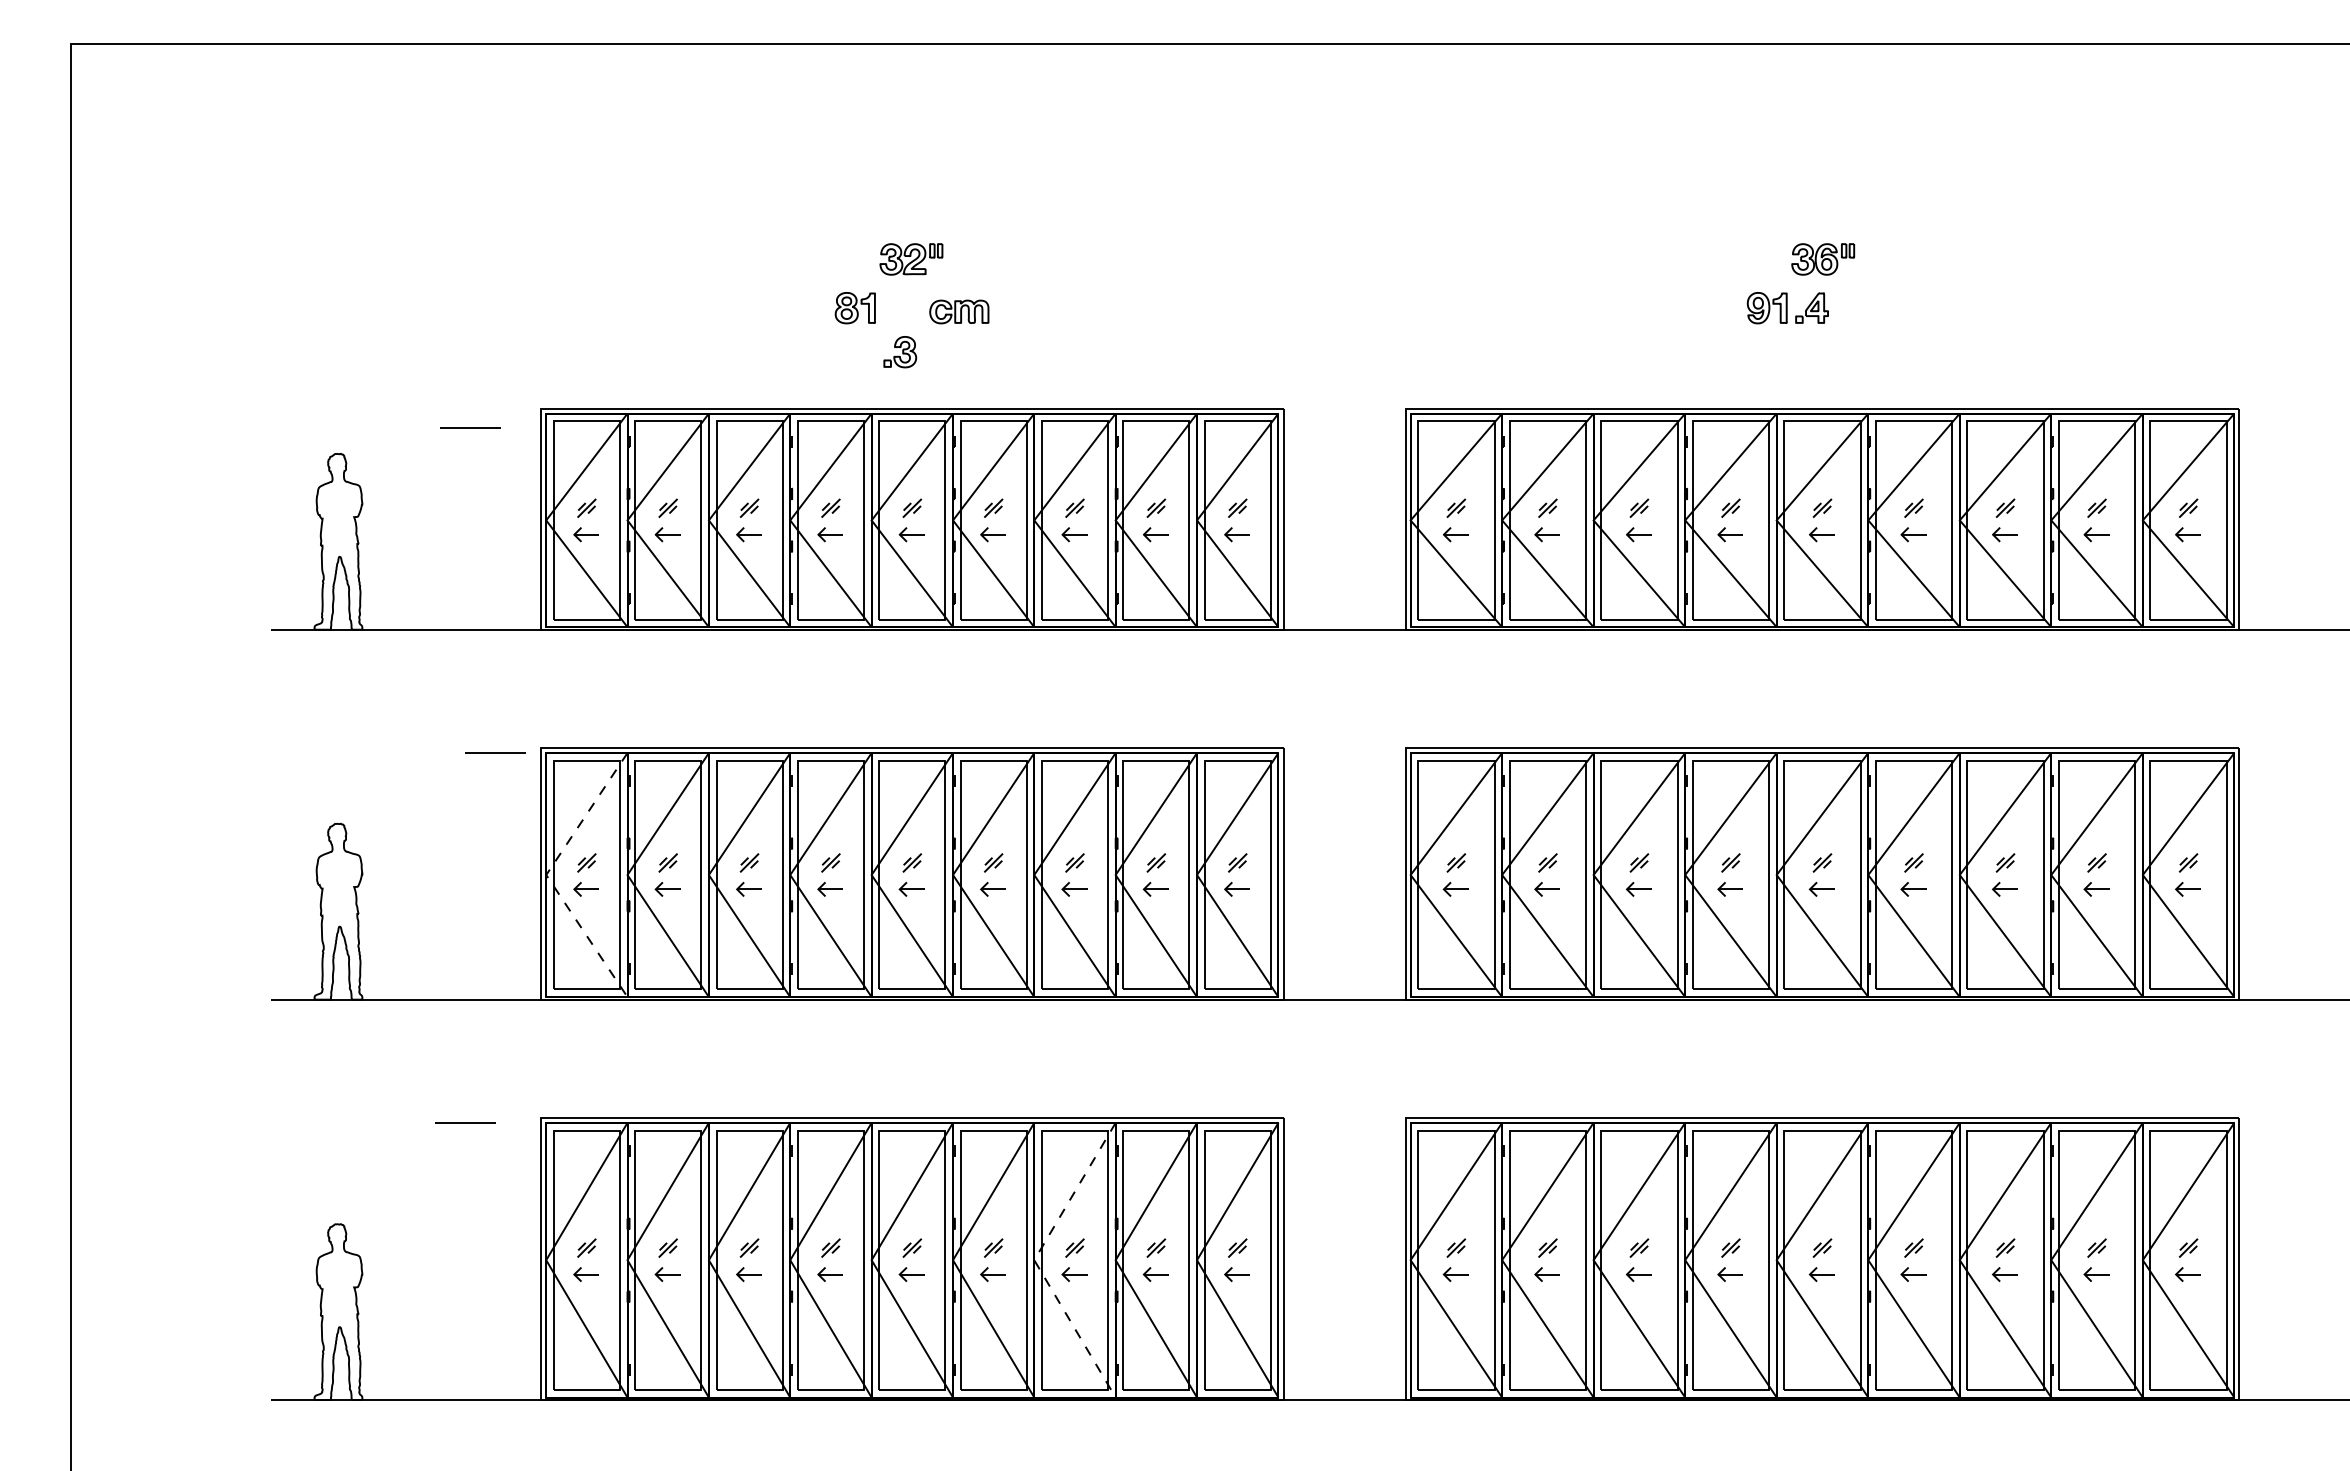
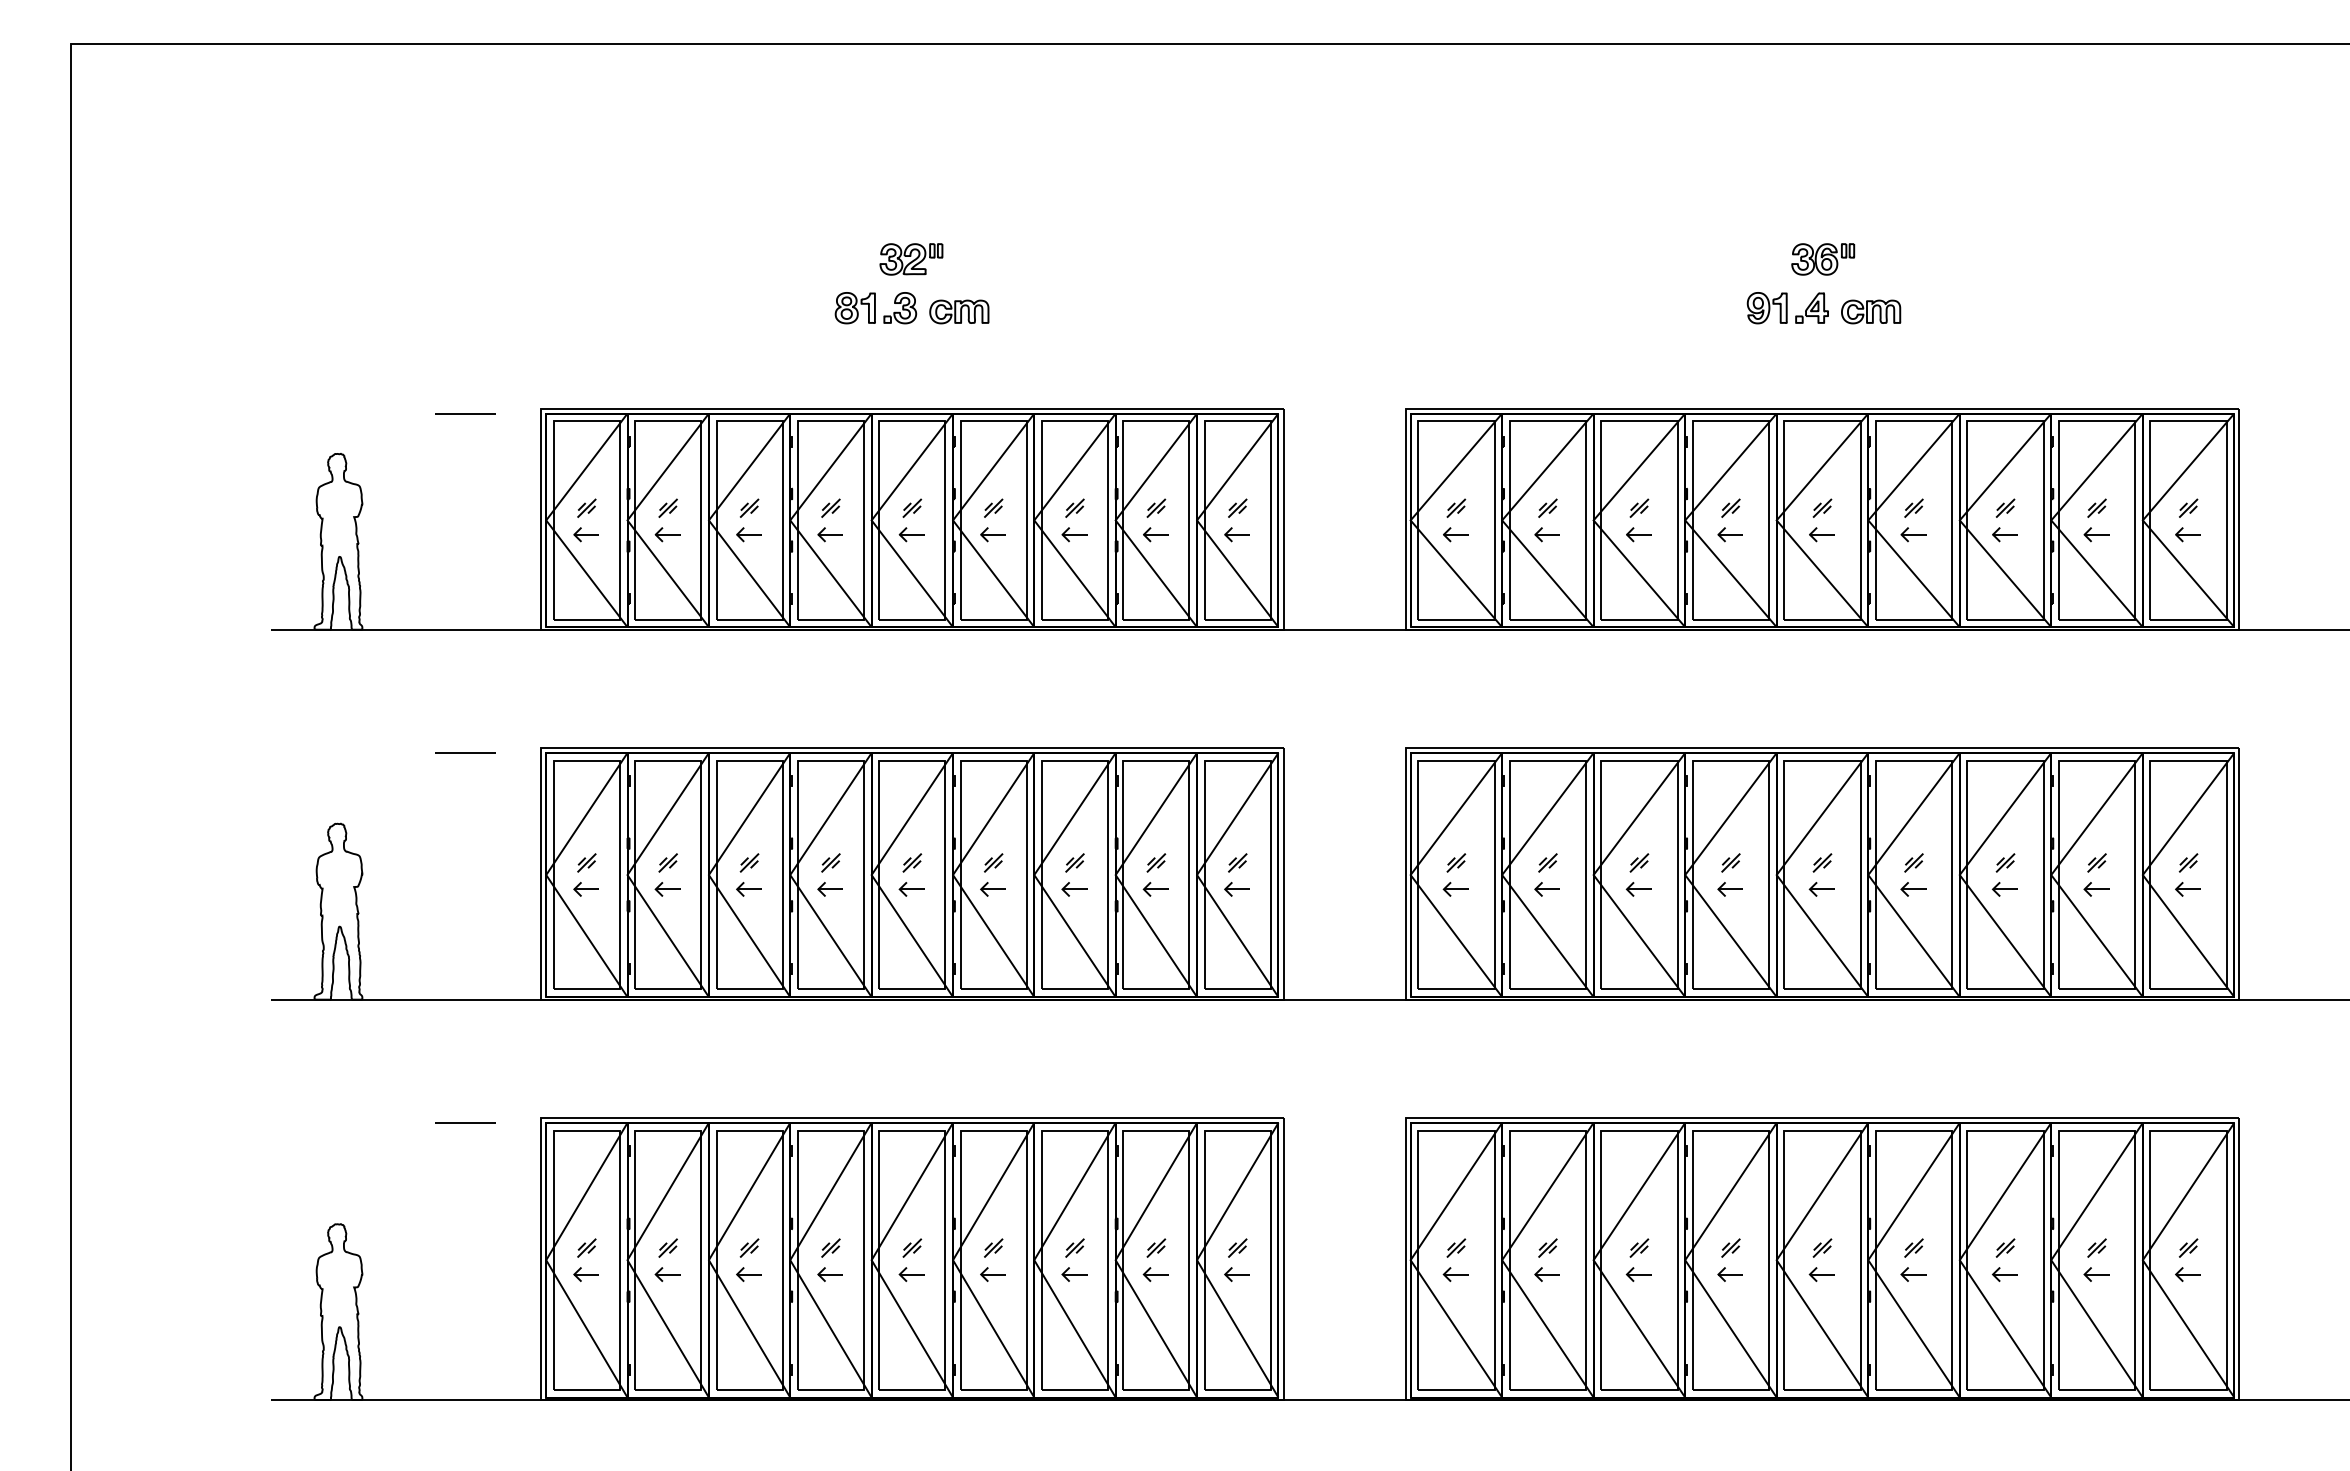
part at (1871, 311): none -> present
part at (900, 352) position: (900, 352) -> (900, 308)
line at (470, 427) position: (470, 427) -> (465, 413)
line at (495, 752) position: (495, 752) -> (465, 752)
line at (546, 875): dashed -> solid
line at (1034, 1260): dashed -> solid
